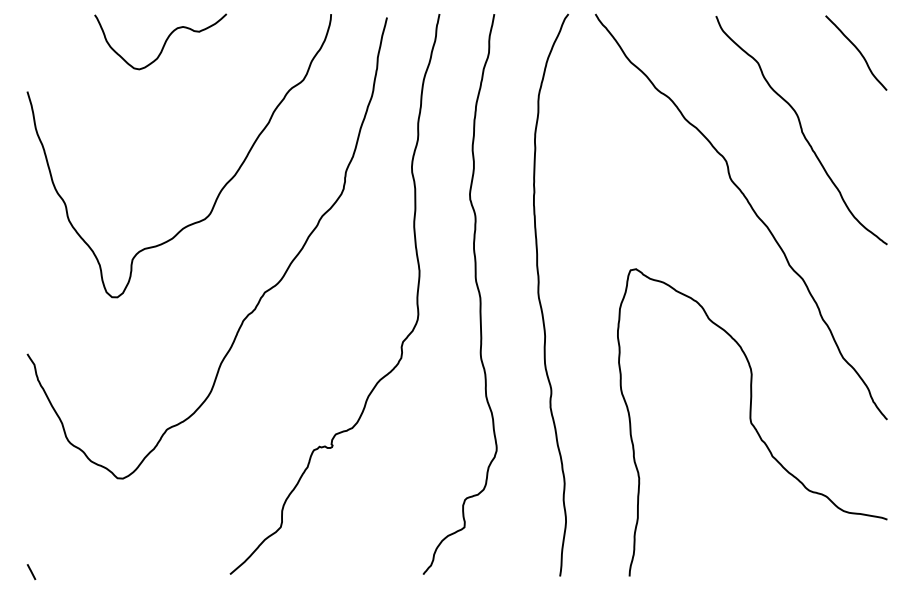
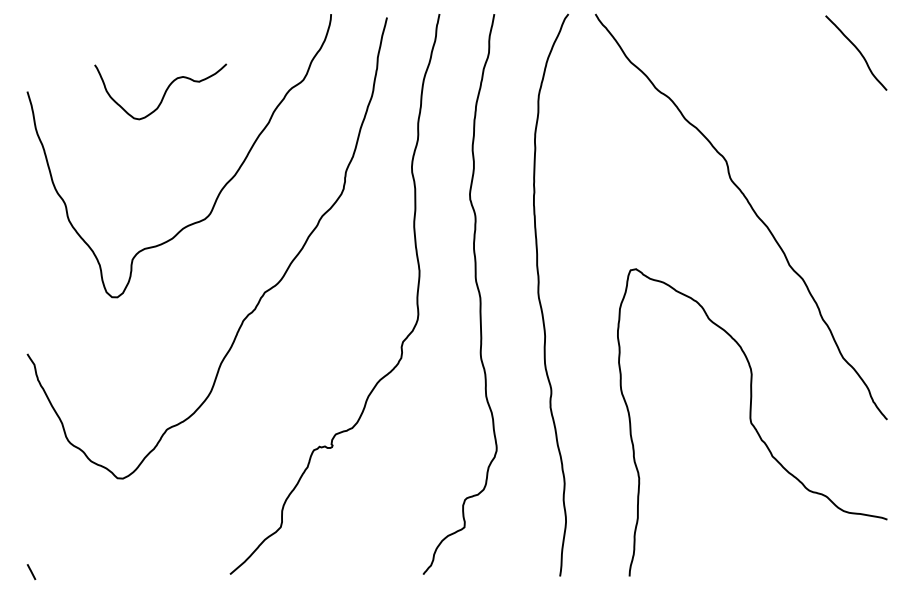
curve at (164, 41) position: (164, 41) -> (164, 91)
curve at (801, 130): present -> none
